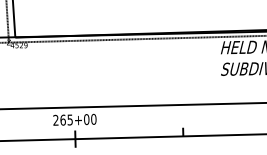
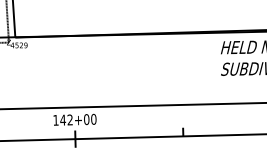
line at (135, 38): present -> none
text at (62, 119): 265+00 -> 142+00
